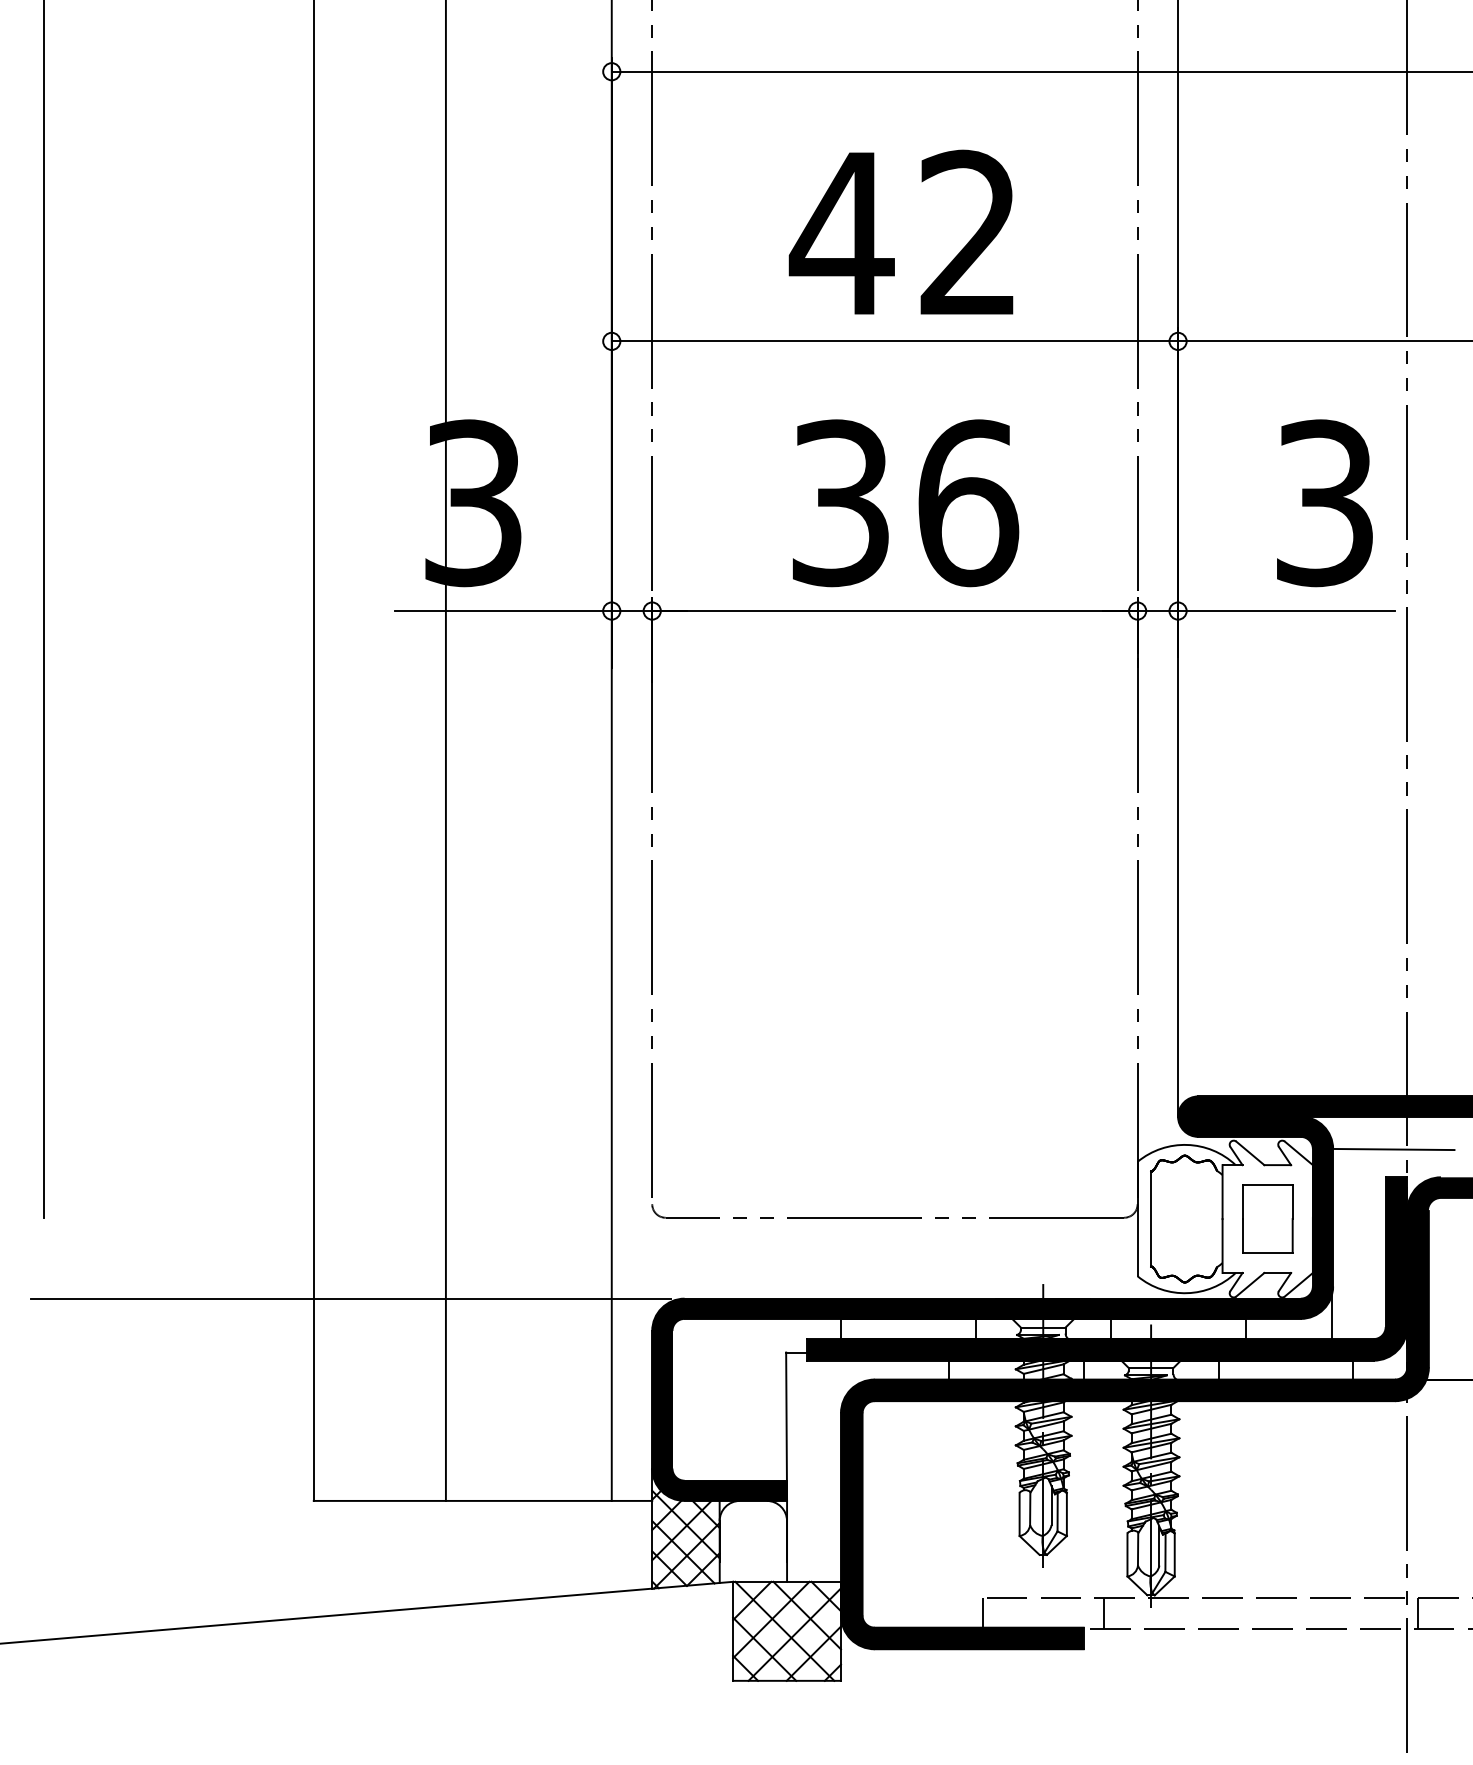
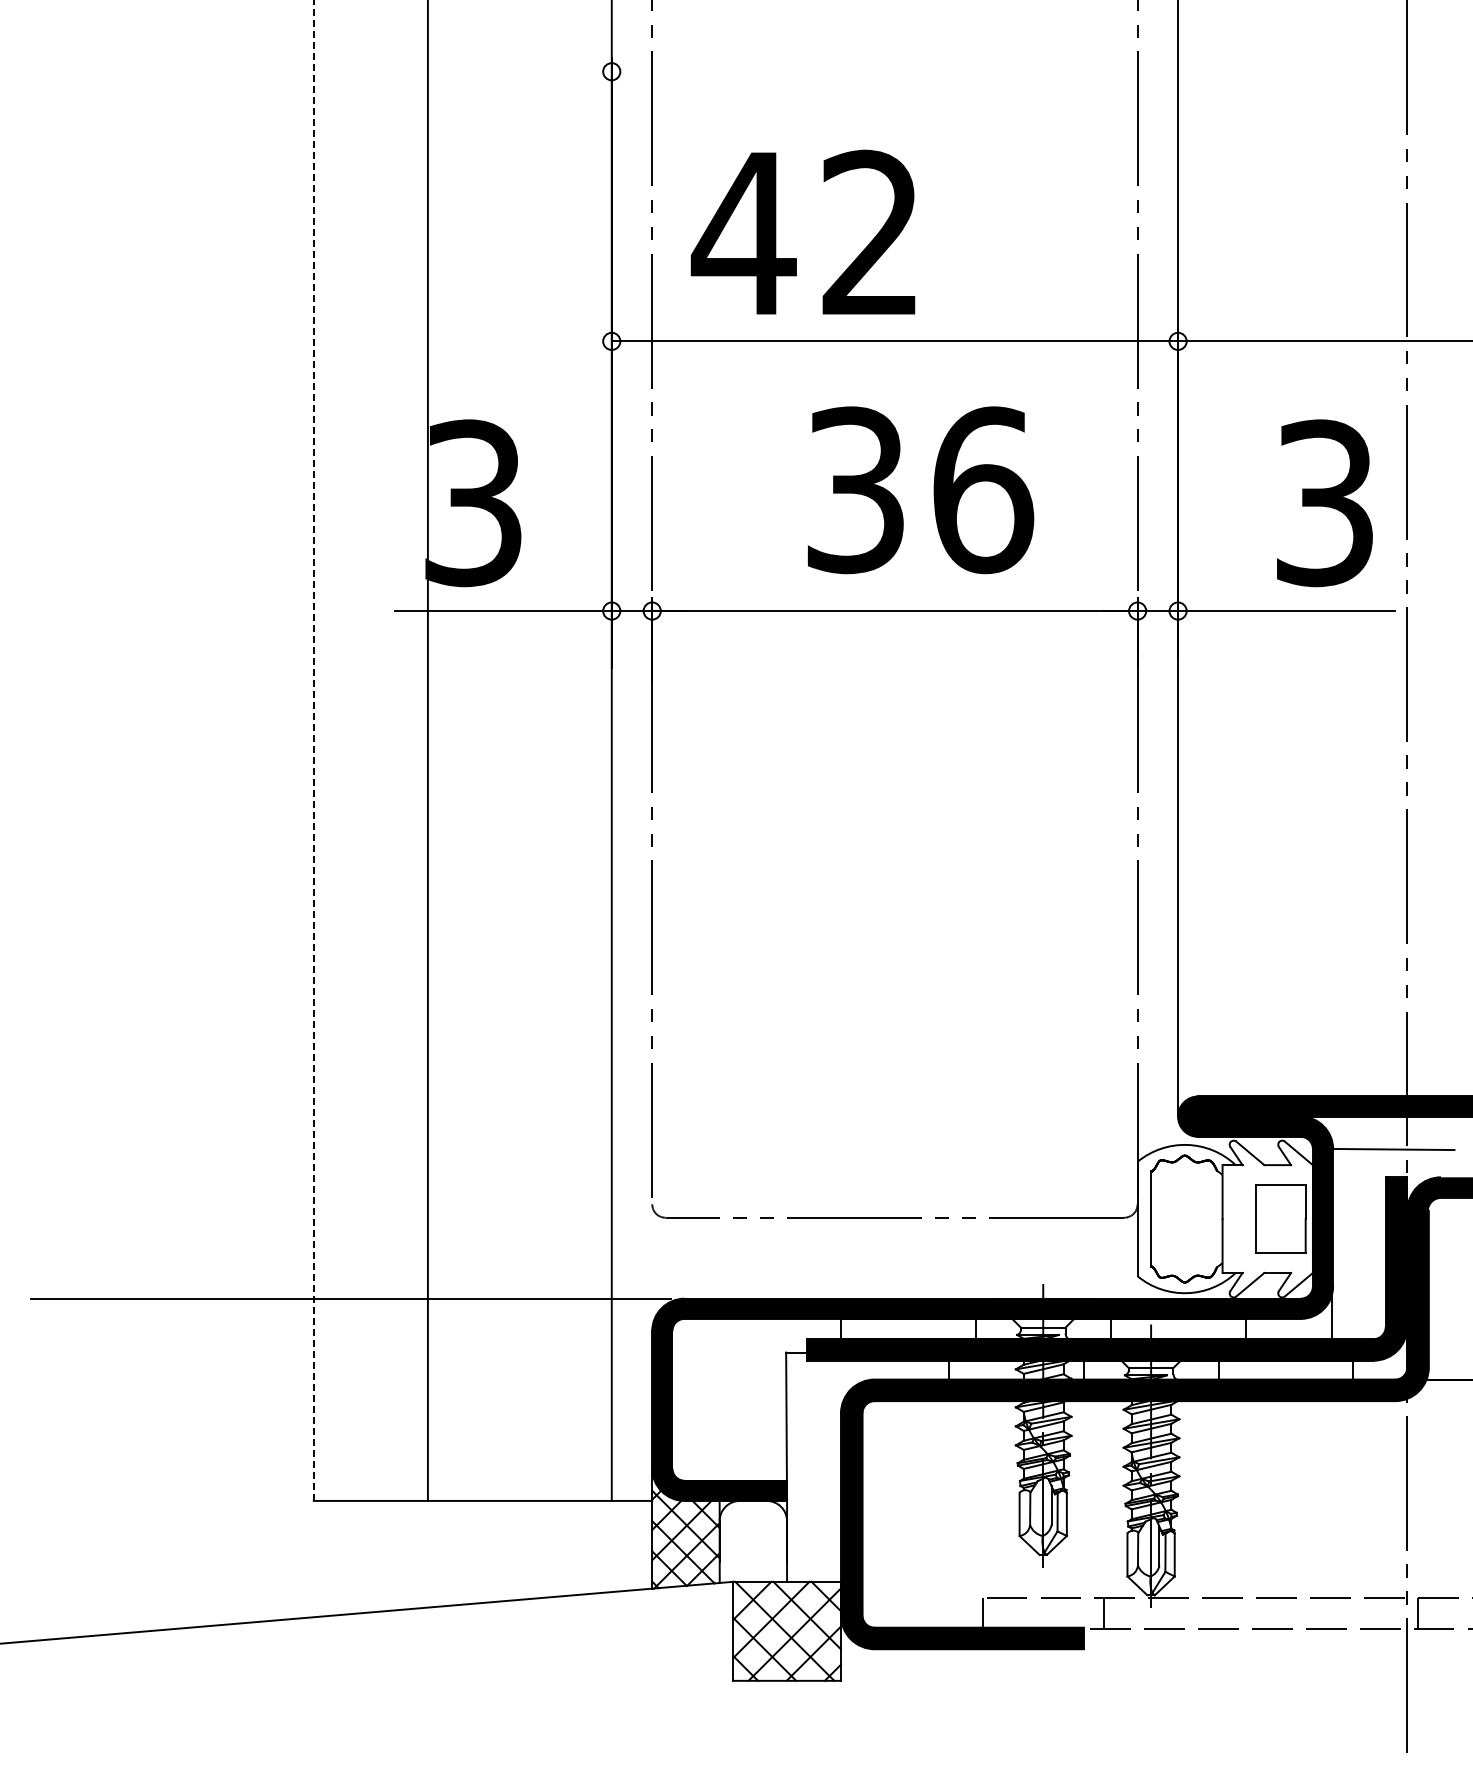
line at (1040, 71): present -> none
text at (900, 231) position: (900, 231) -> (802, 231)
text at (906, 503) position: (906, 503) -> (921, 490)
line at (44, 609): present -> none
line at (313, 750): solid -> dashed
line at (445, 751) position: (445, 751) -> (427, 751)
part at (1267, 1218) position: (1267, 1218) -> (1280, 1218)
